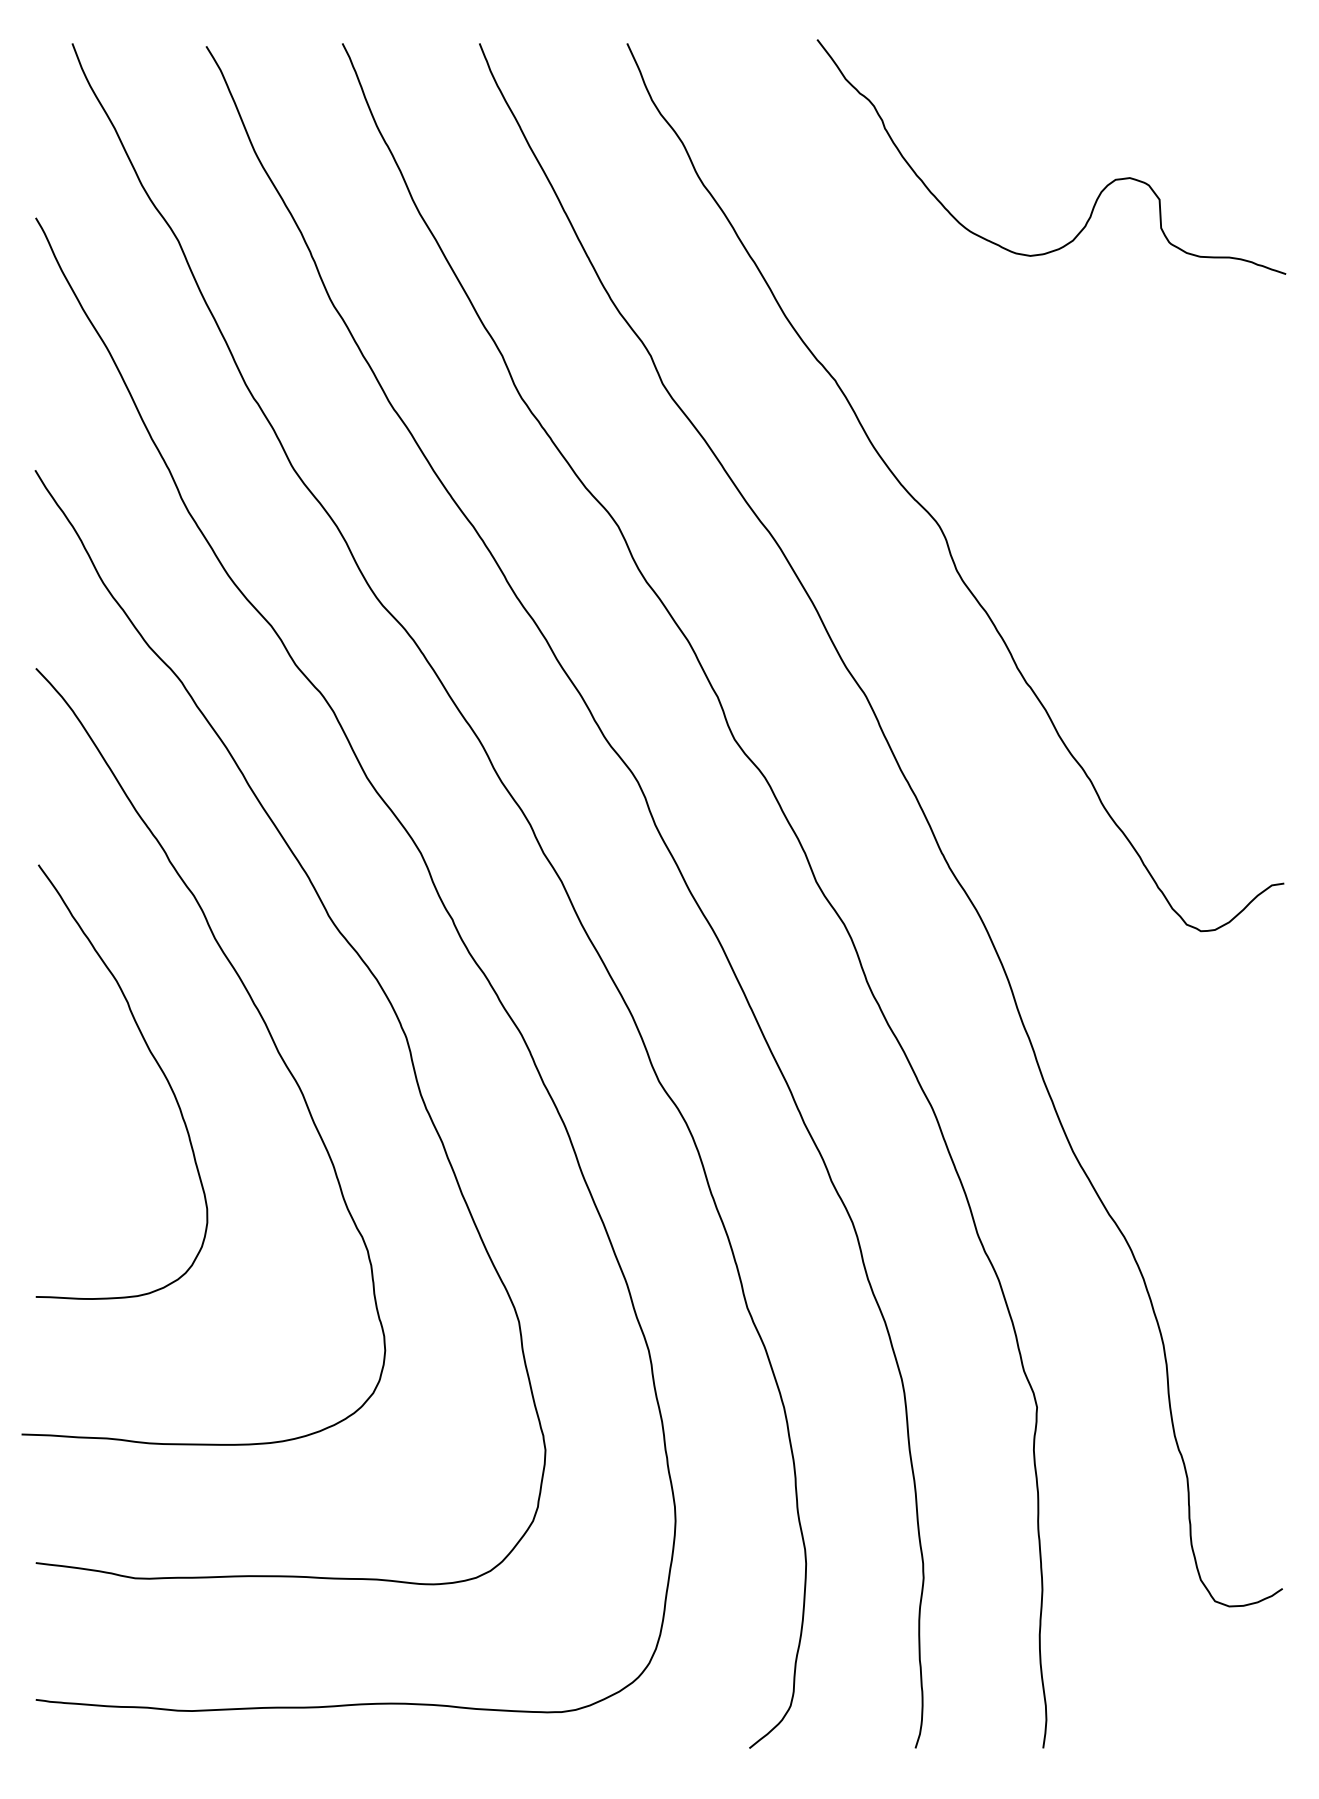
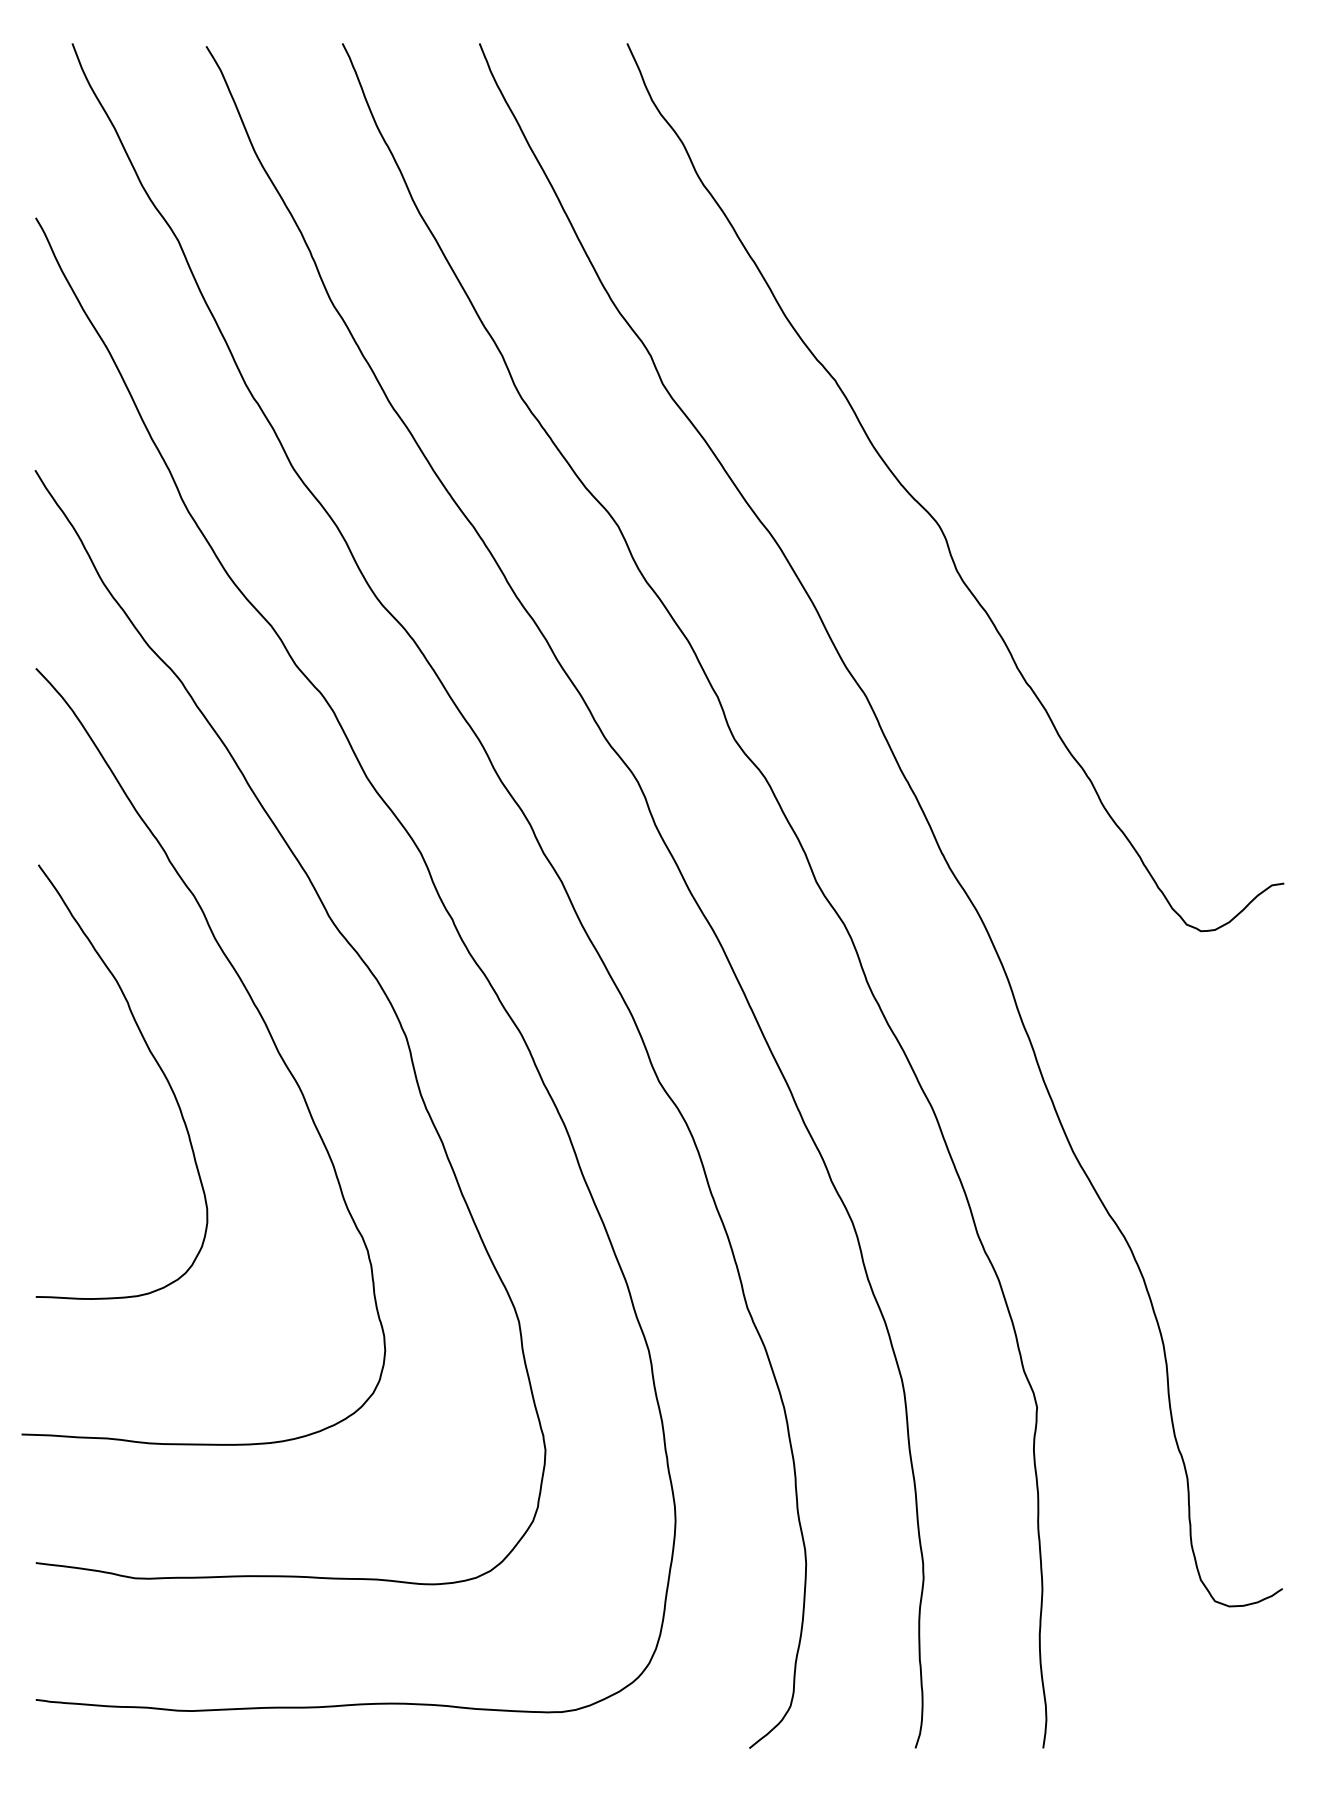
curve at (1100, 191): present -> none
